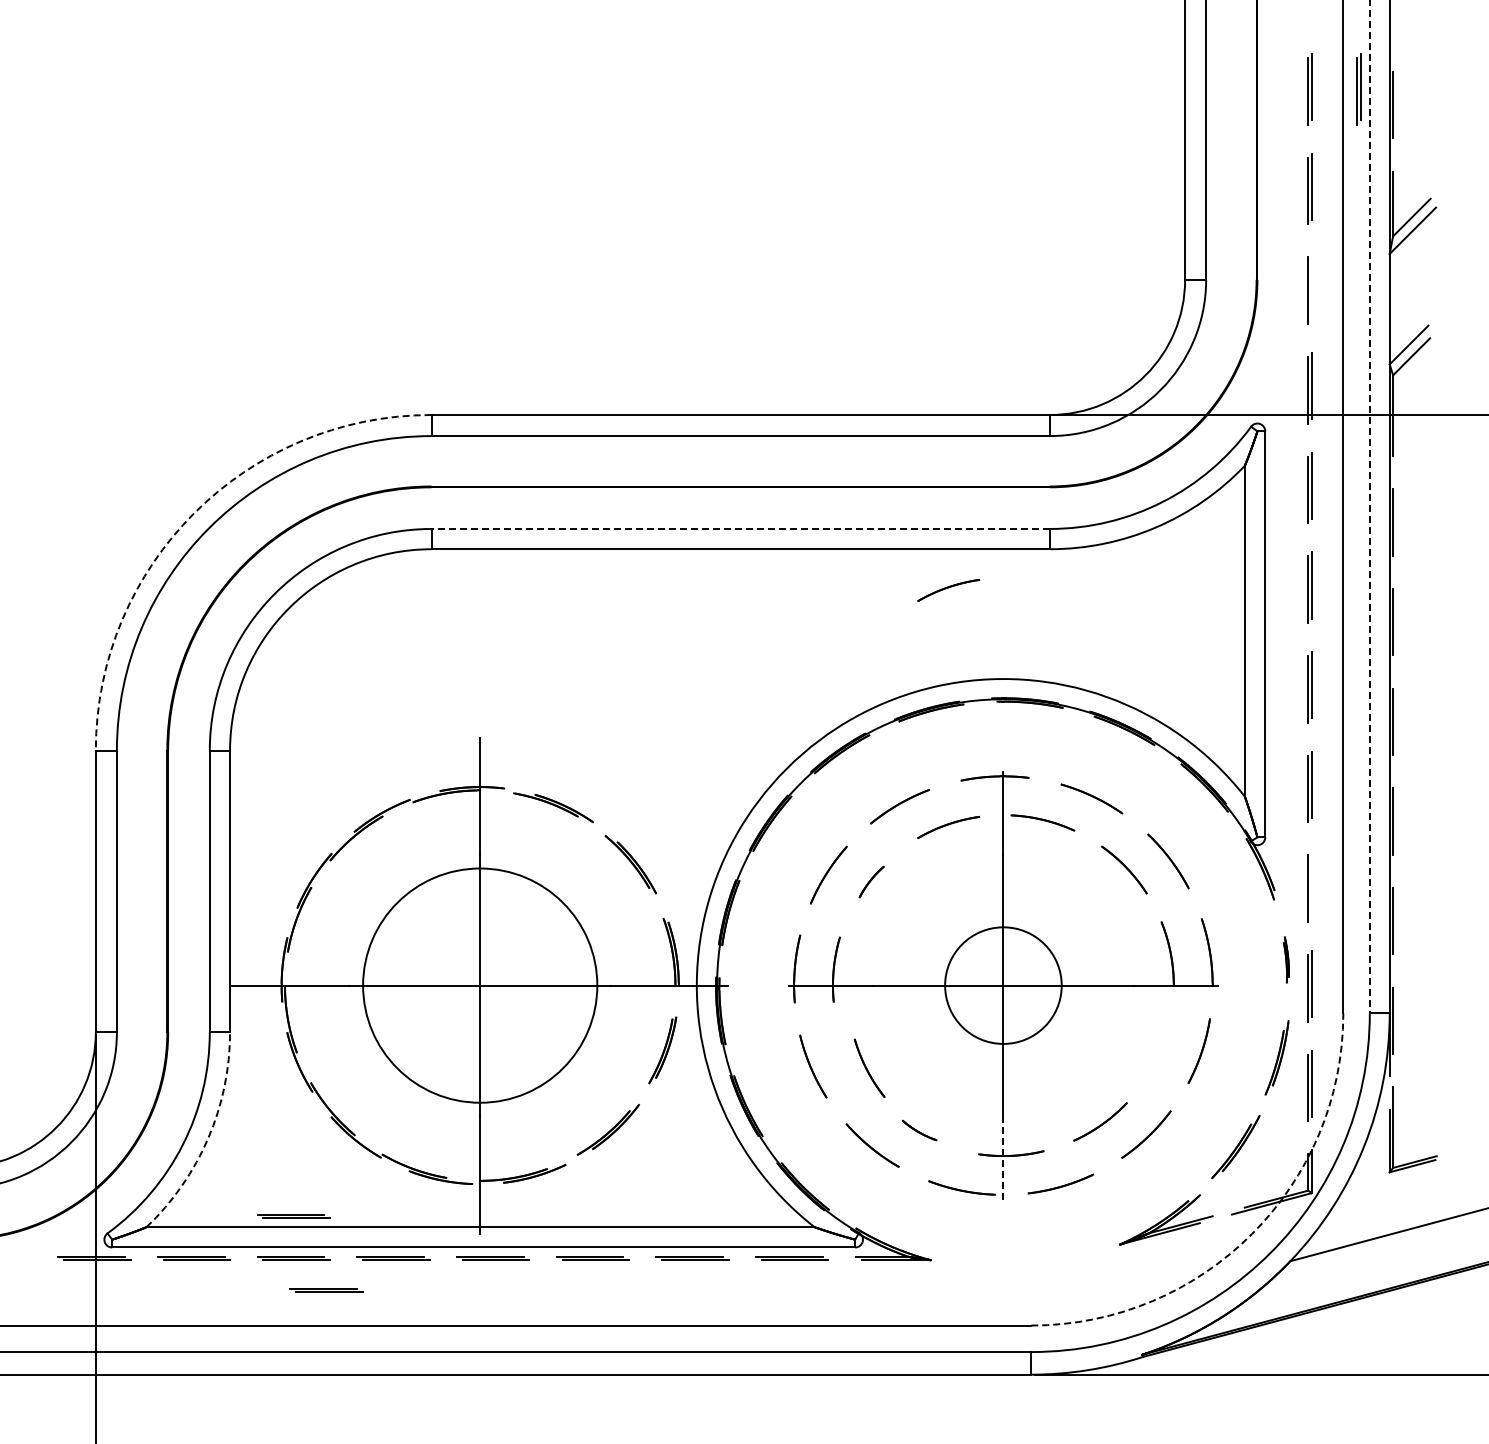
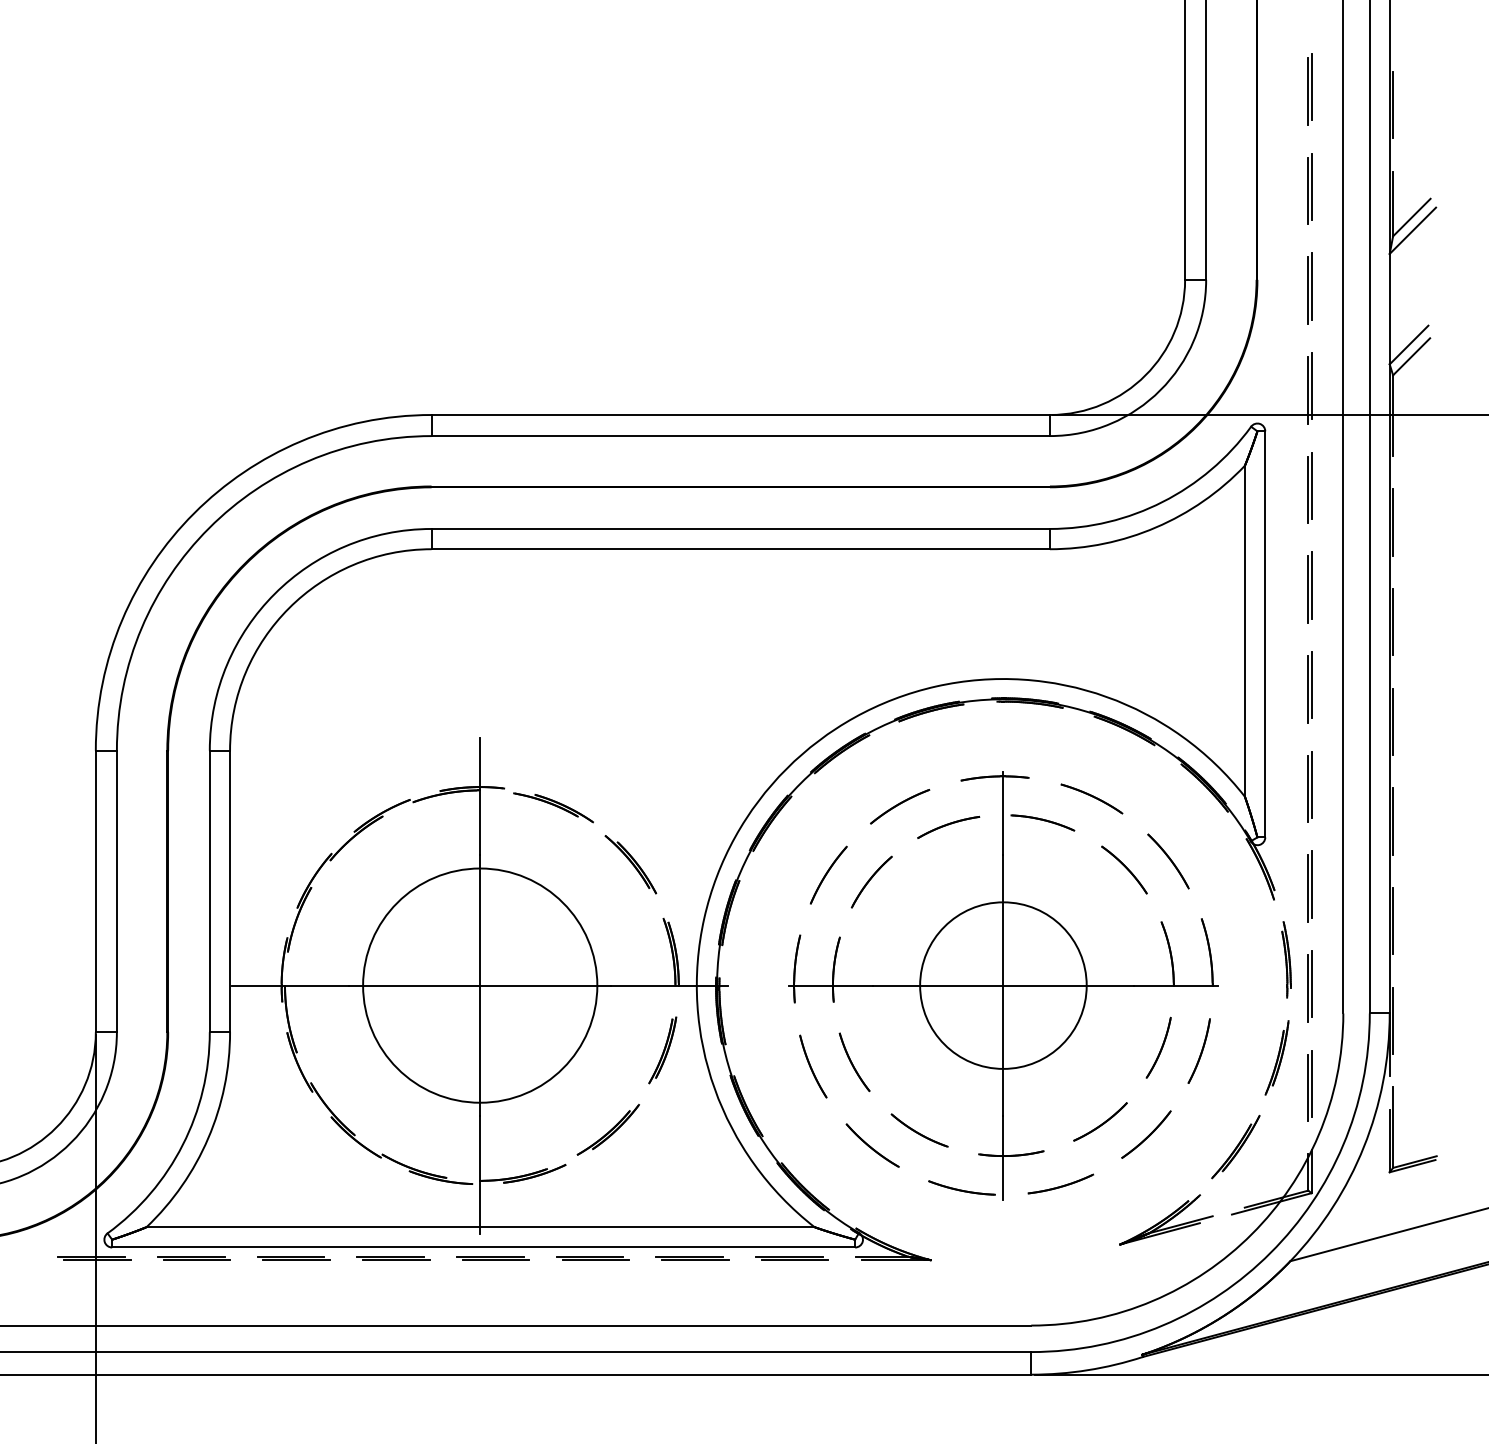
part at (1358, 89): present -> none
line at (1311, 286): none -> present
line at (1369, 507): dashed -> solid
arc at (194, 513): dashed -> solid
line at (740, 528): dashed -> solid
part at (948, 590): present -> none
part at (871, 881) size: 27x34 px -> 43x54 px
line at (1311, 884): none -> present
part at (1286, 959) size: 7x48 px -> 11x78 px
circle at (1003, 985) diameter: 117 px -> 167 px
part at (1158, 1047): none -> present
part at (869, 1068) position: (869, 1068) -> (854, 1062)
part at (919, 1130) size: 37x23 px -> 59x35 px
arc at (208, 1138): dashed -> solid
line at (1003, 1158): dashed -> solid
part at (293, 1216): present -> none
arc at (1251, 1234): dashed -> solid
part at (326, 1290): present -> none
